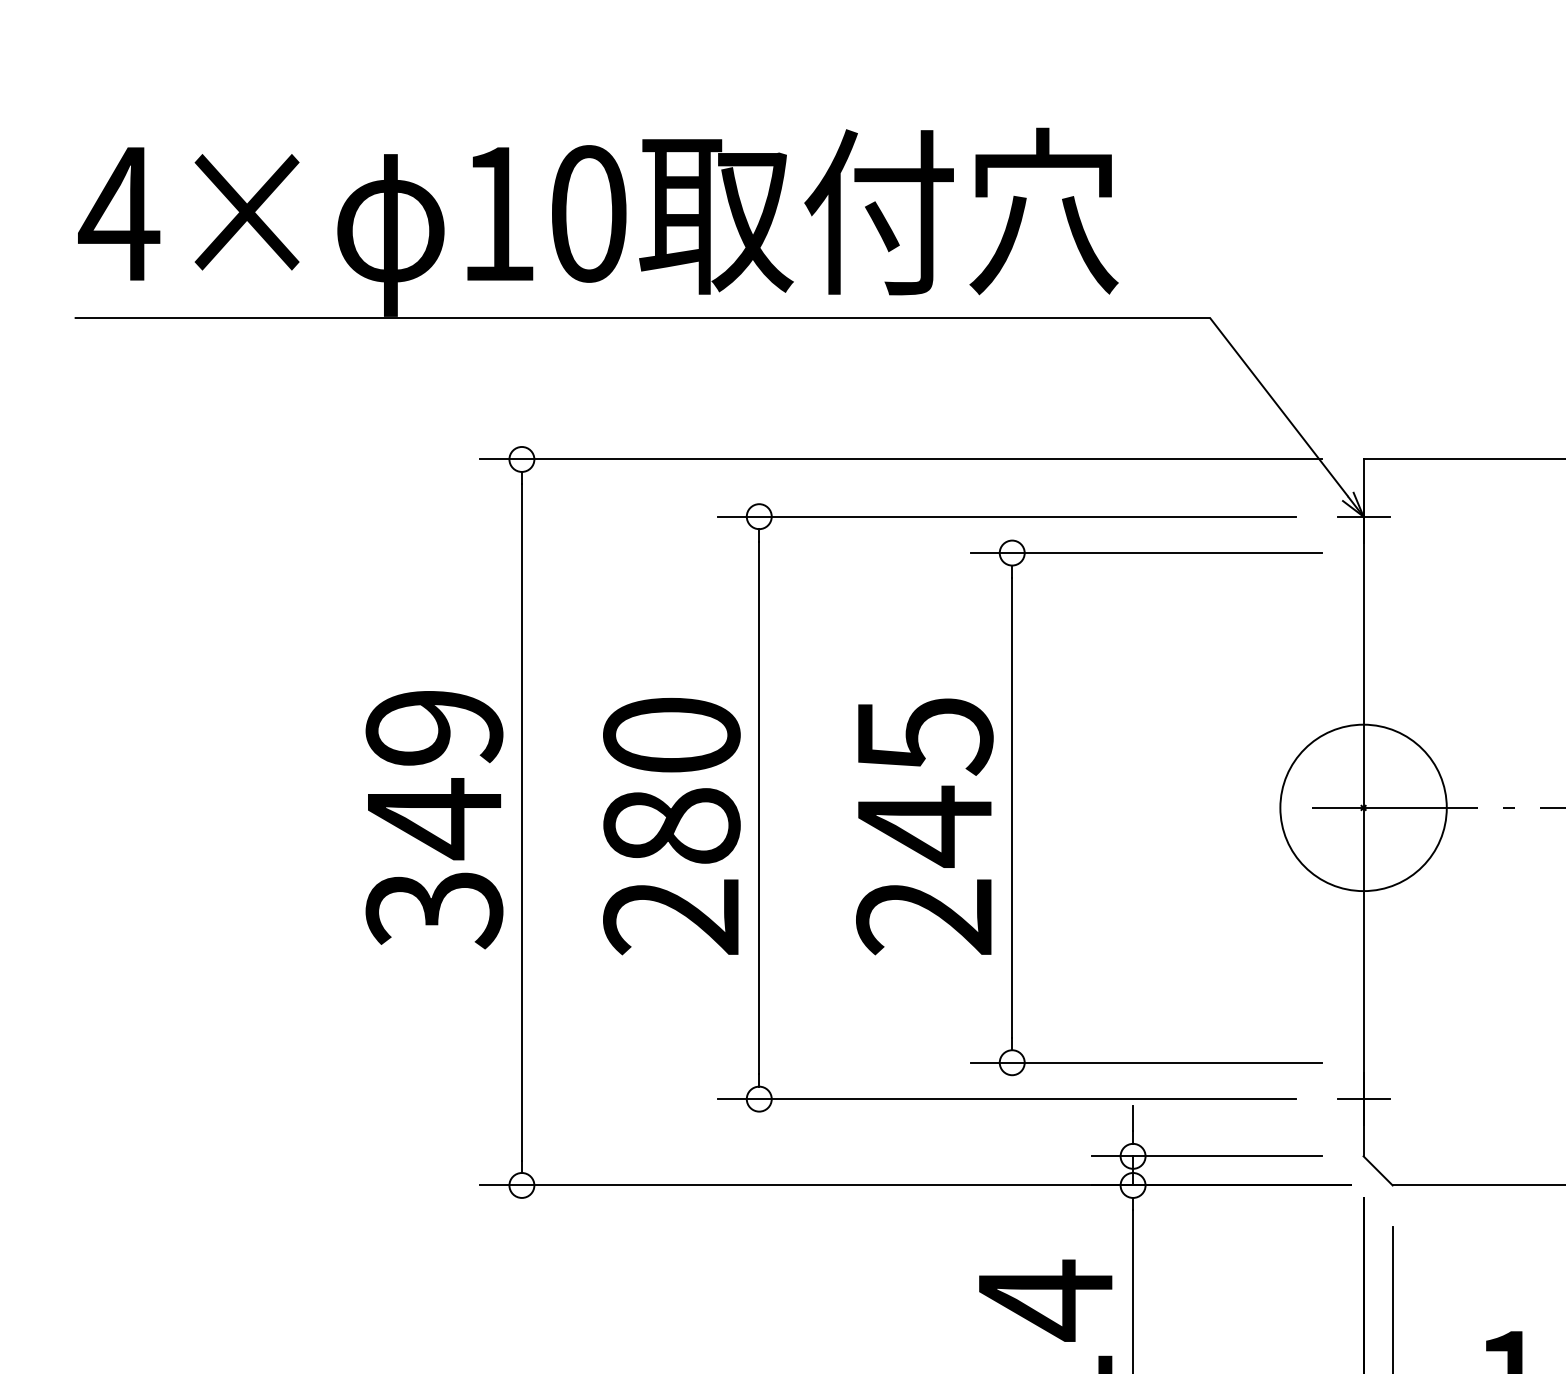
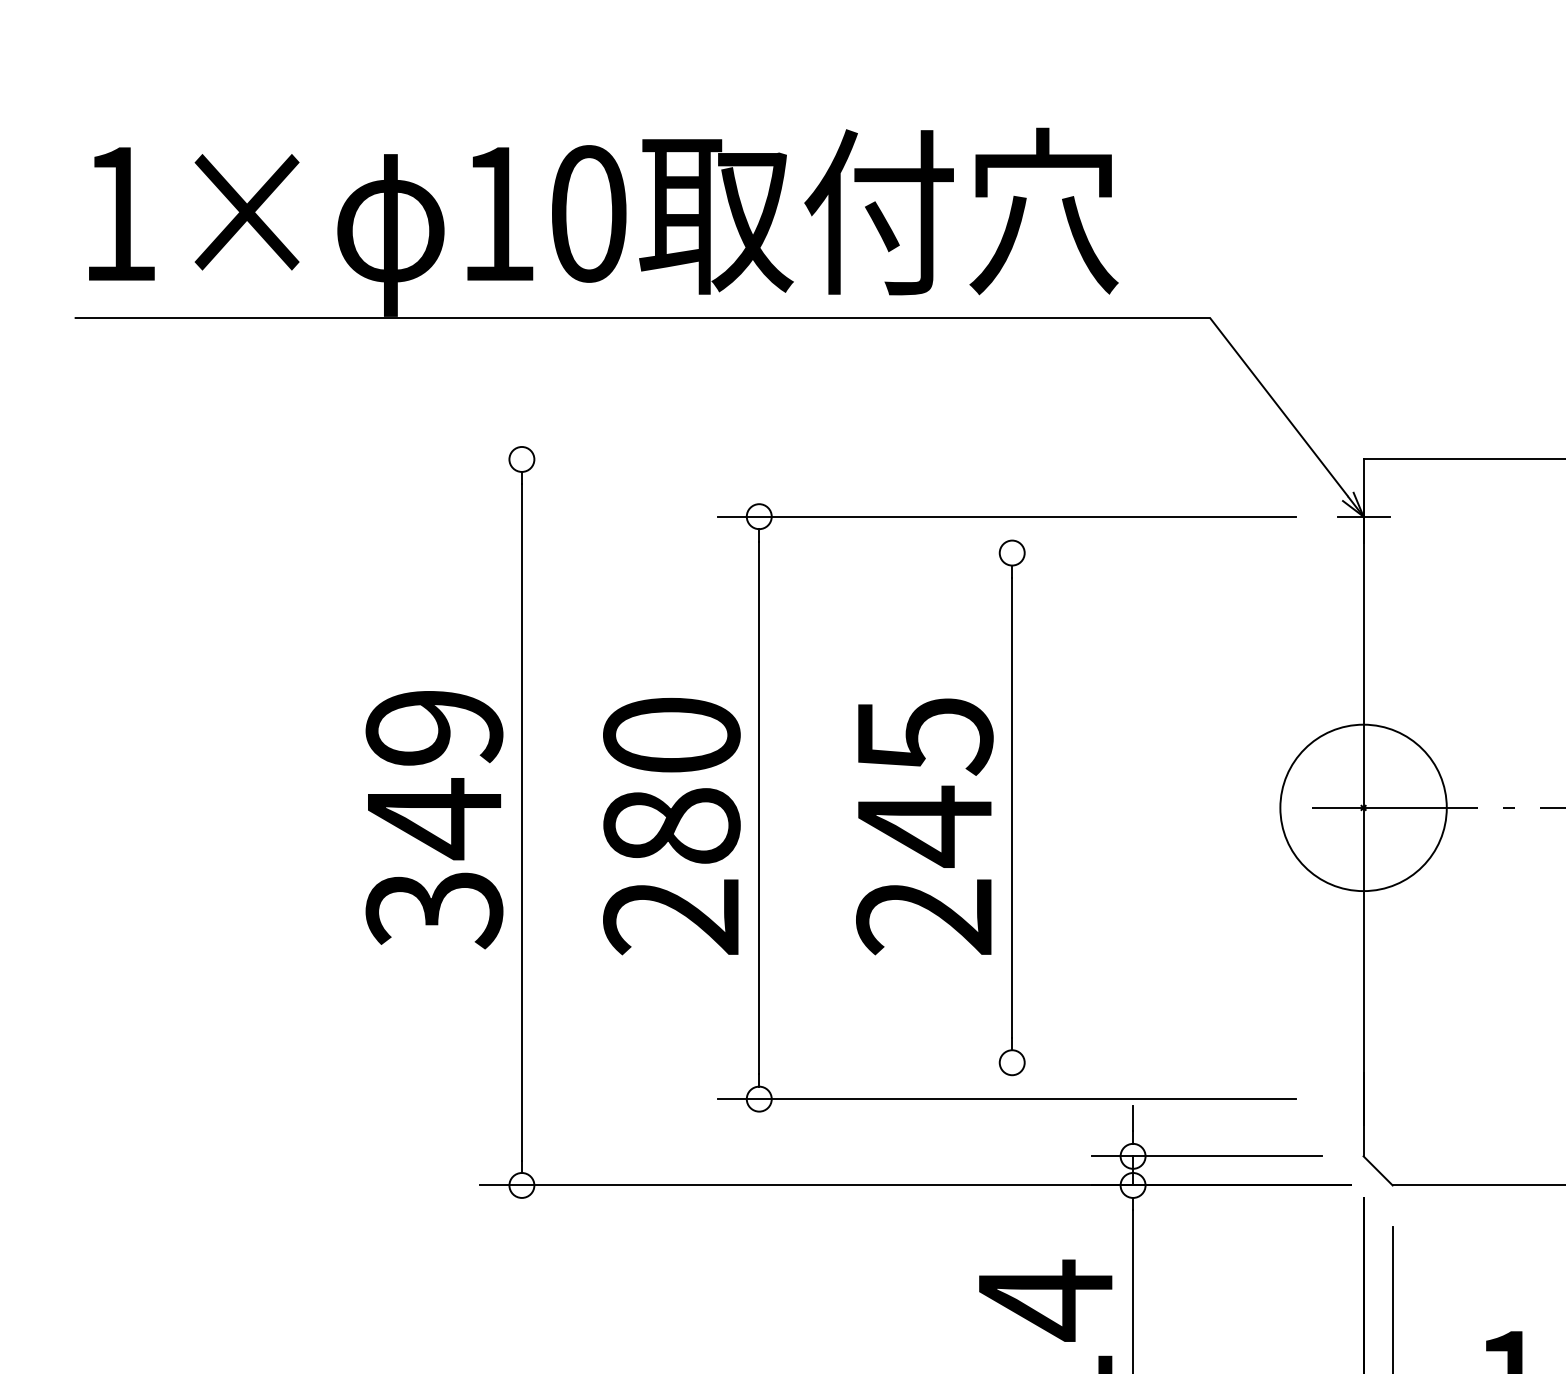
text at (119, 213): 4× -> 1×
line at (900, 459): present -> none
line at (1145, 553): present -> none
line at (1145, 1062): present -> none
line at (1363, 1099): present -> none
